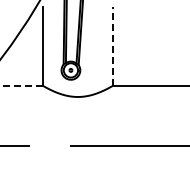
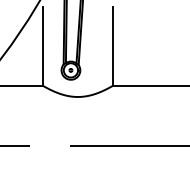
line at (112, 46): dashed -> solid
line at (21, 86): dashed -> solid
